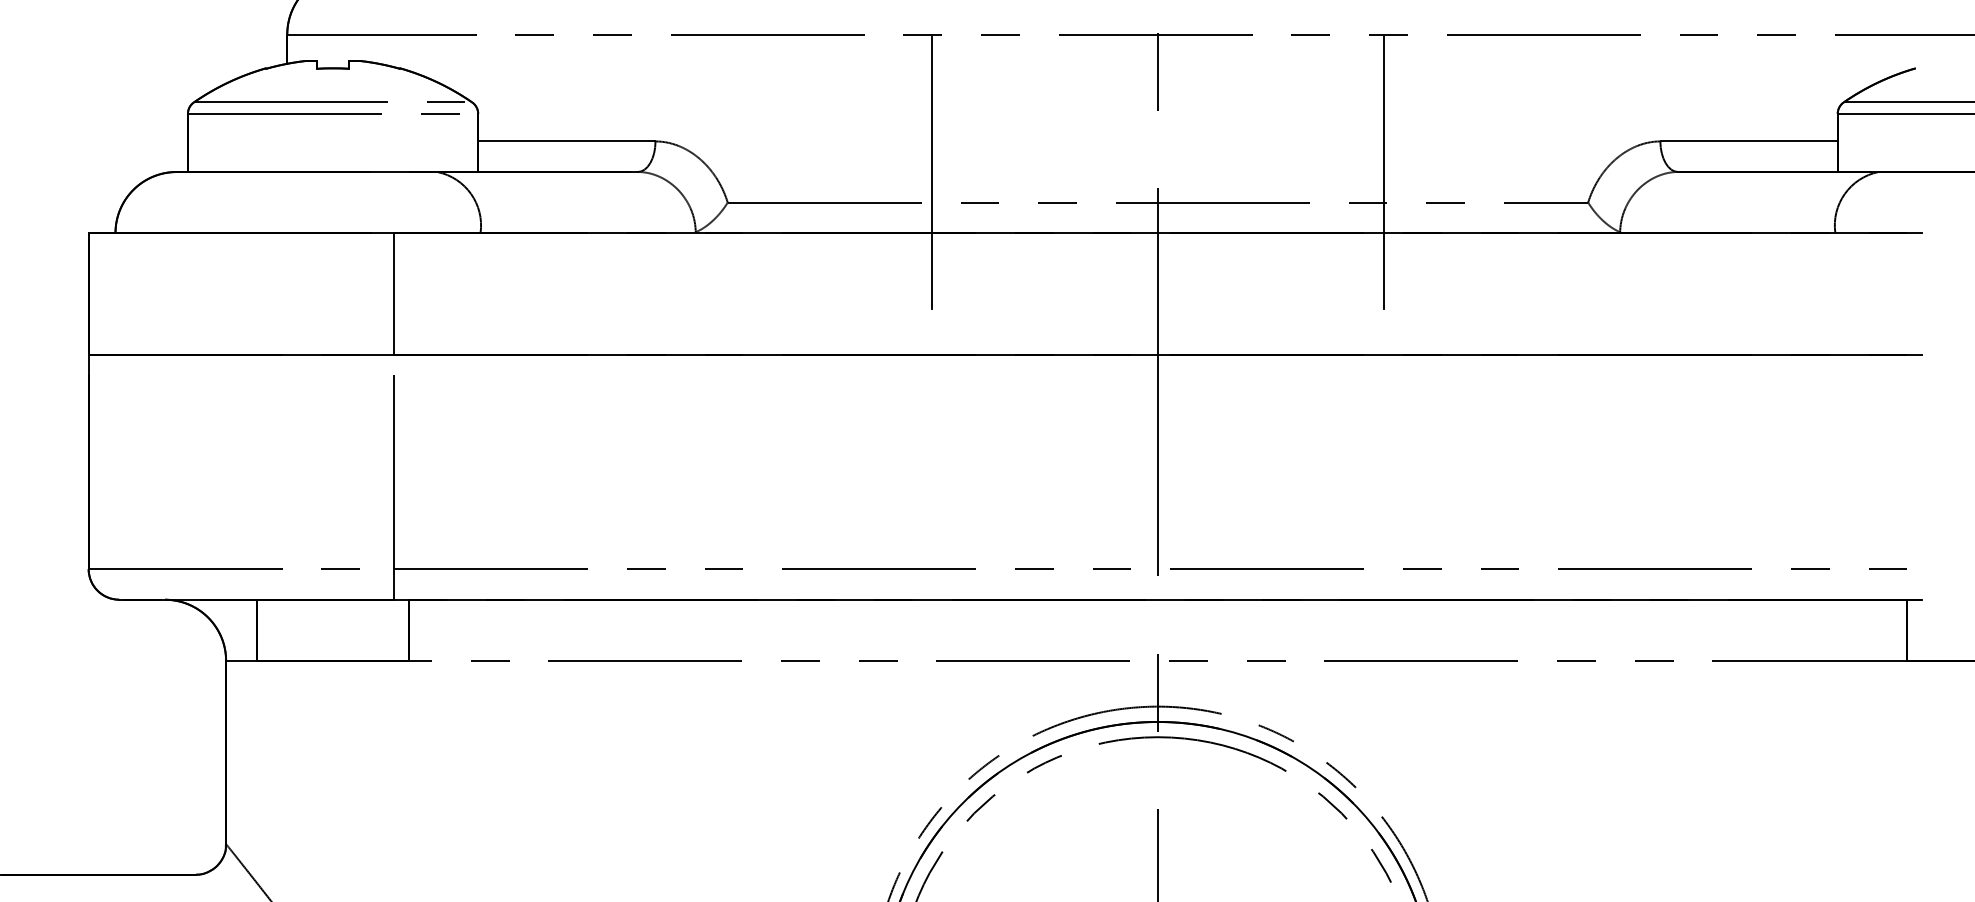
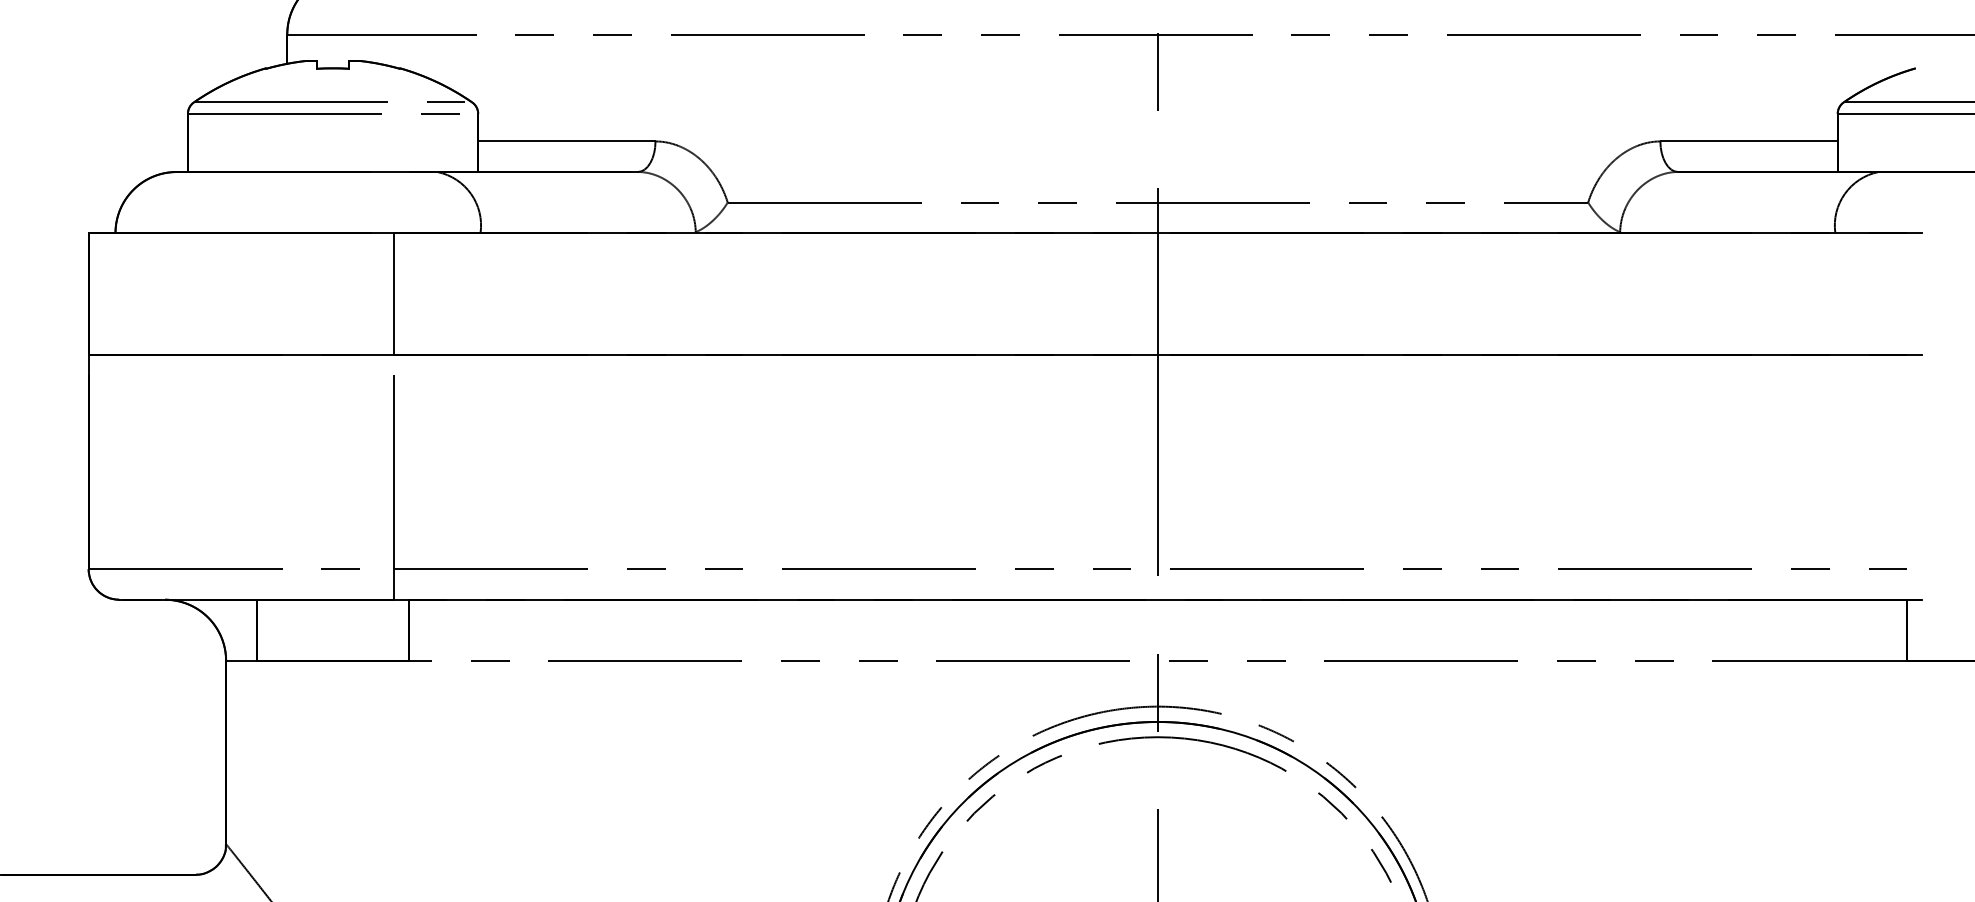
line at (932, 173): present -> none
line at (1383, 173): present -> none
